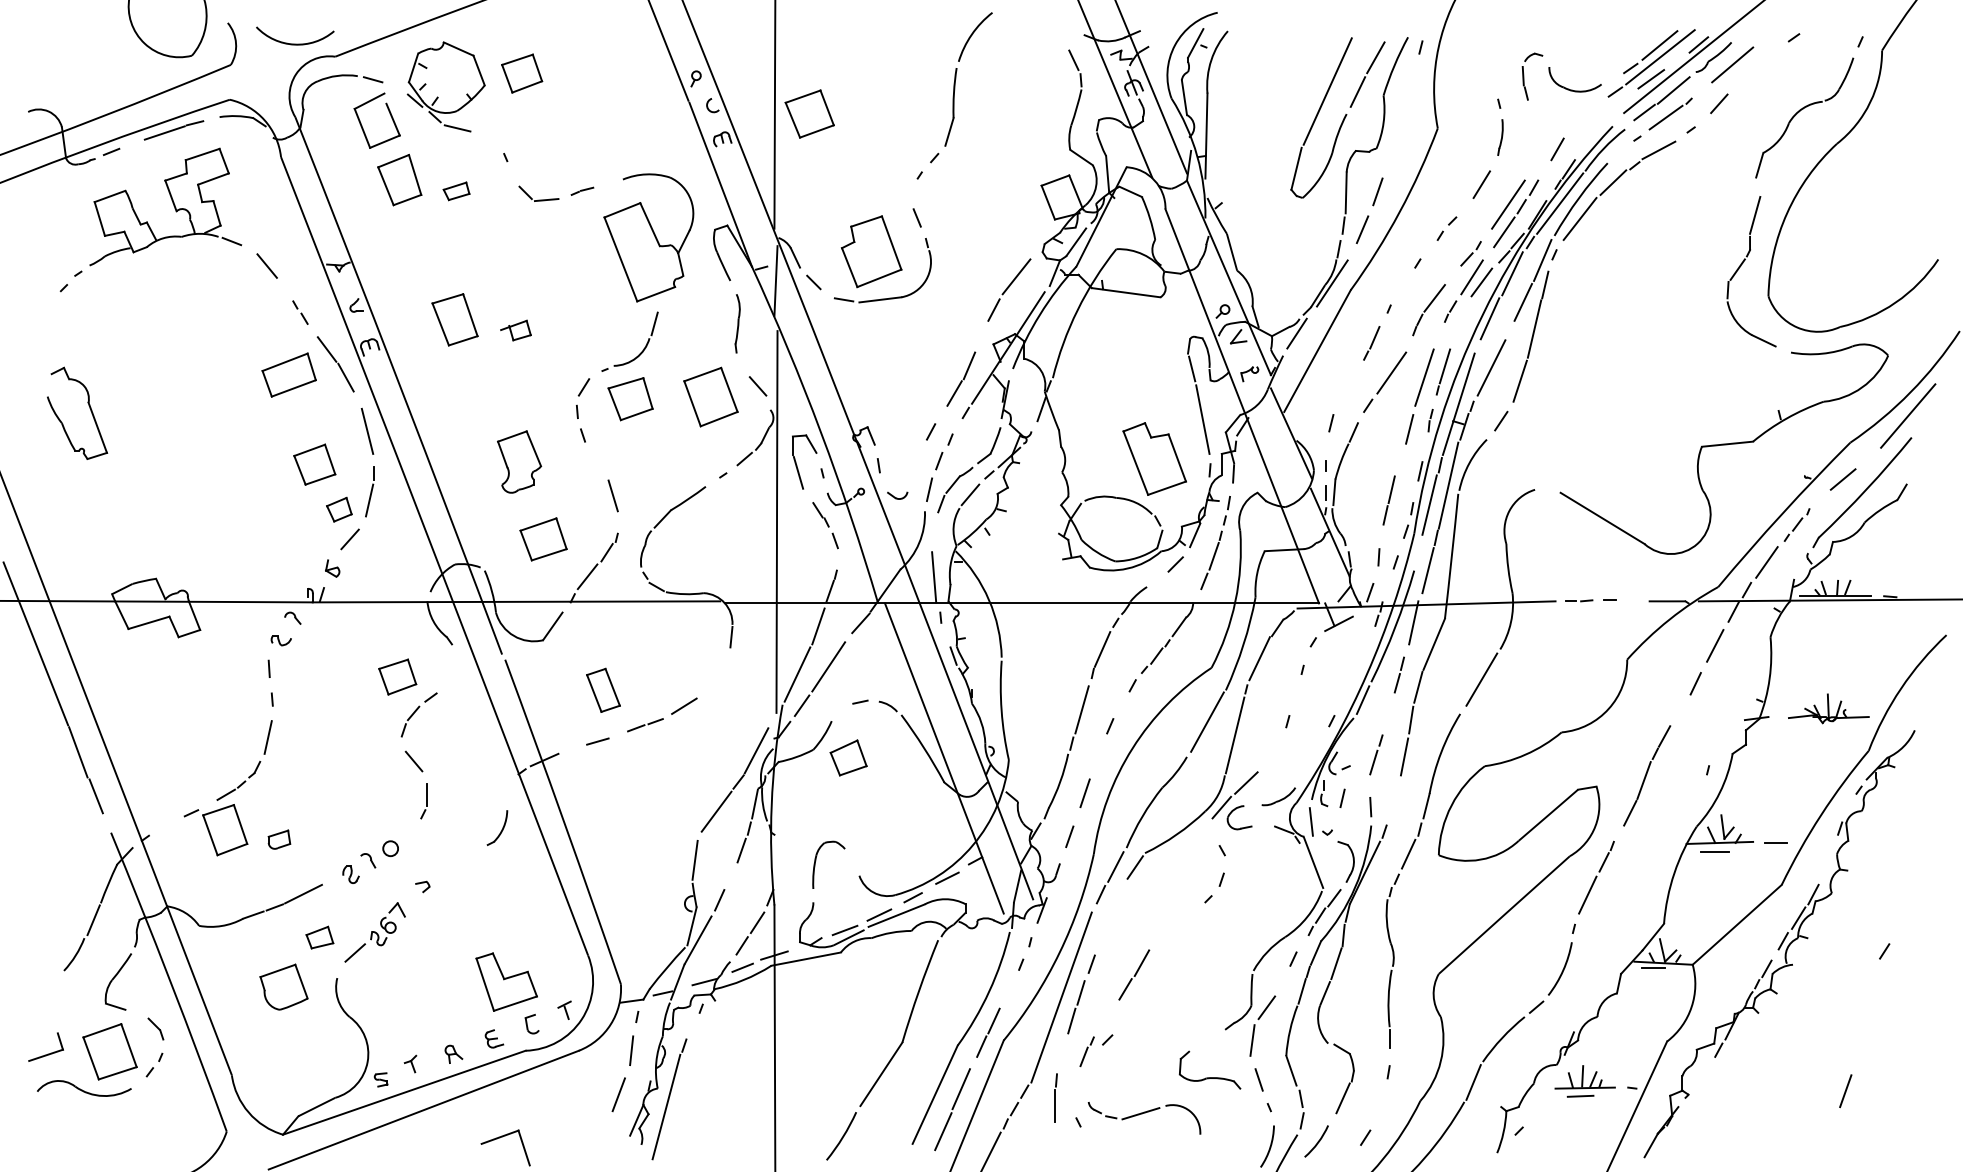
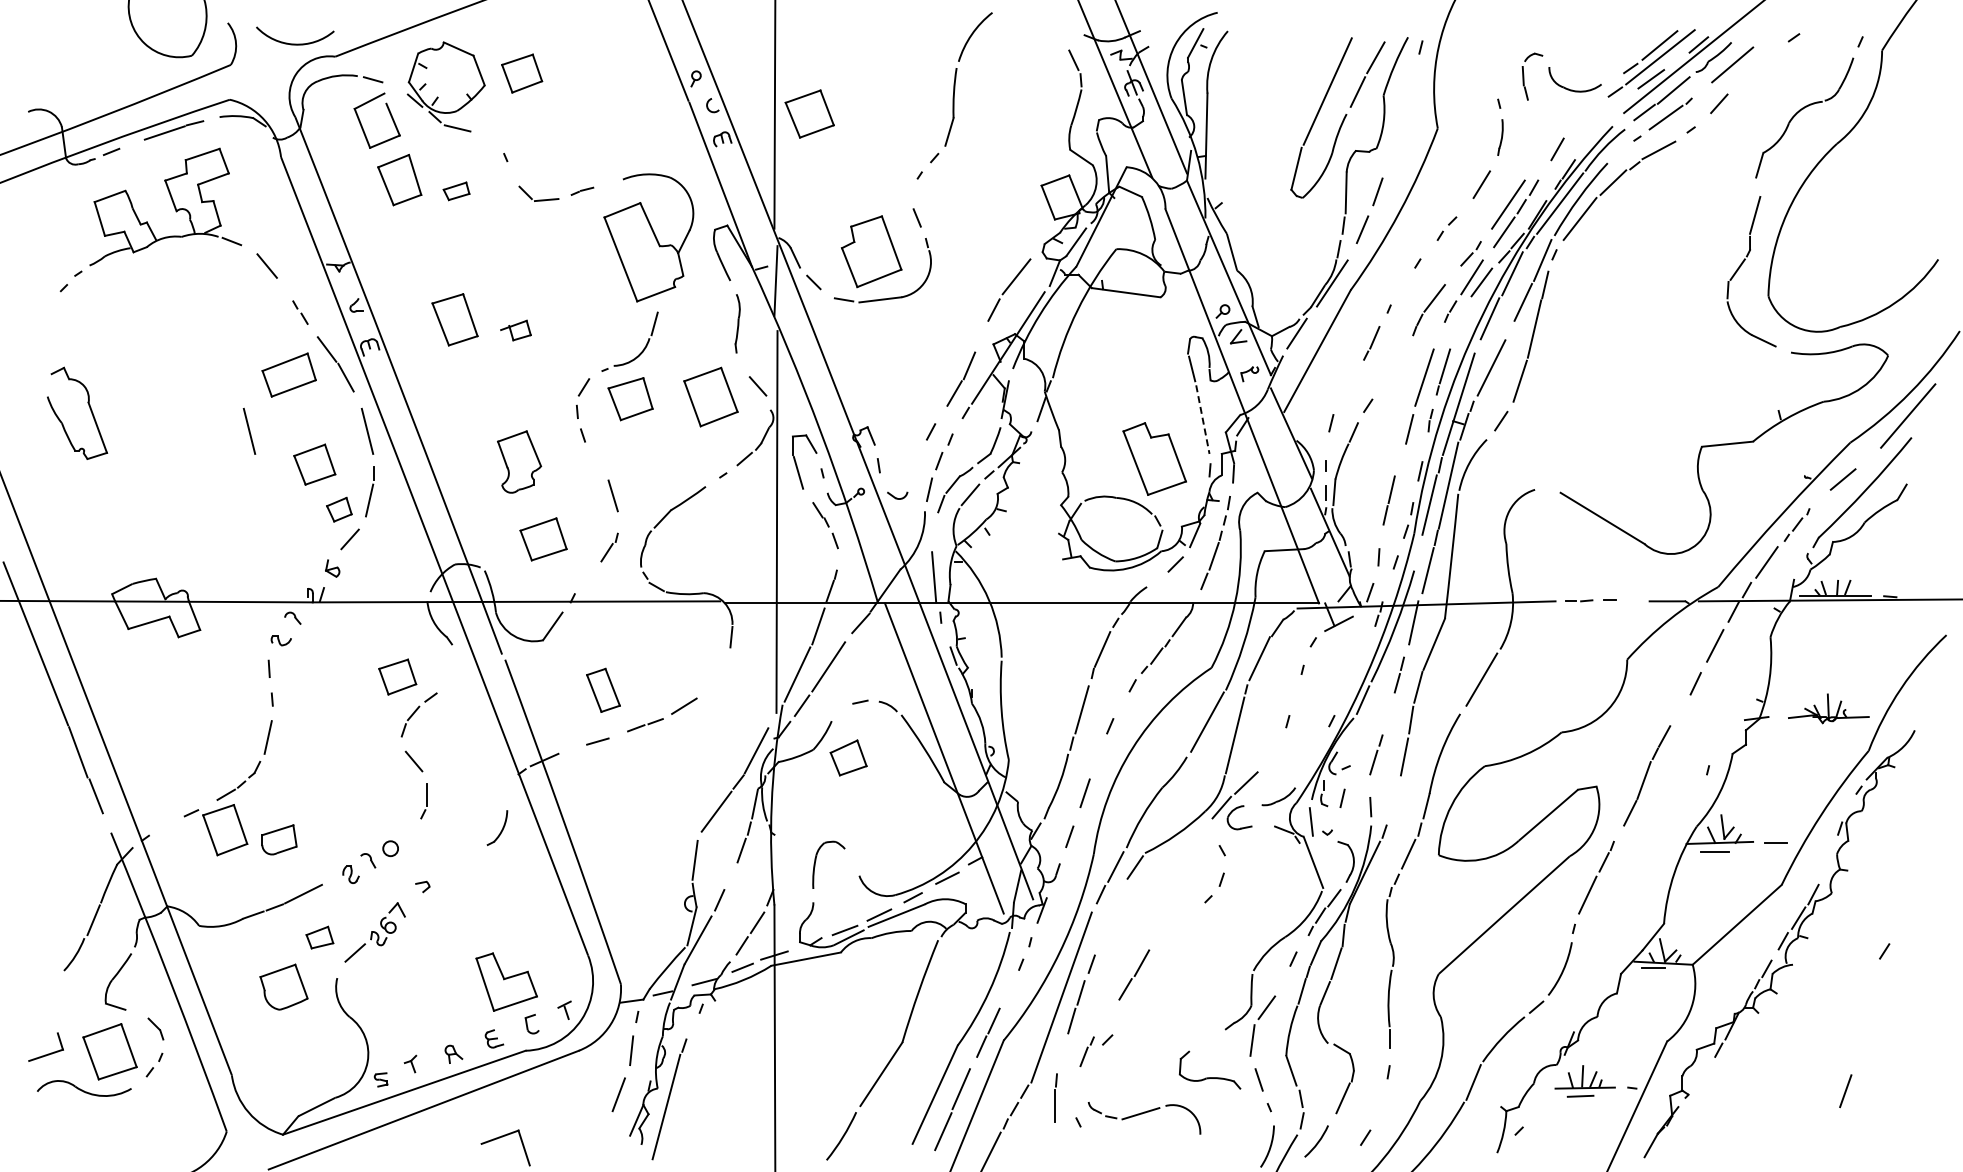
line at (1391, 372): present -> none
line at (1202, 419): solid -> dashed
line at (249, 430): none -> present
line at (587, 576): present -> none
part at (279, 839) size: 25x21 px -> 37x32 px
